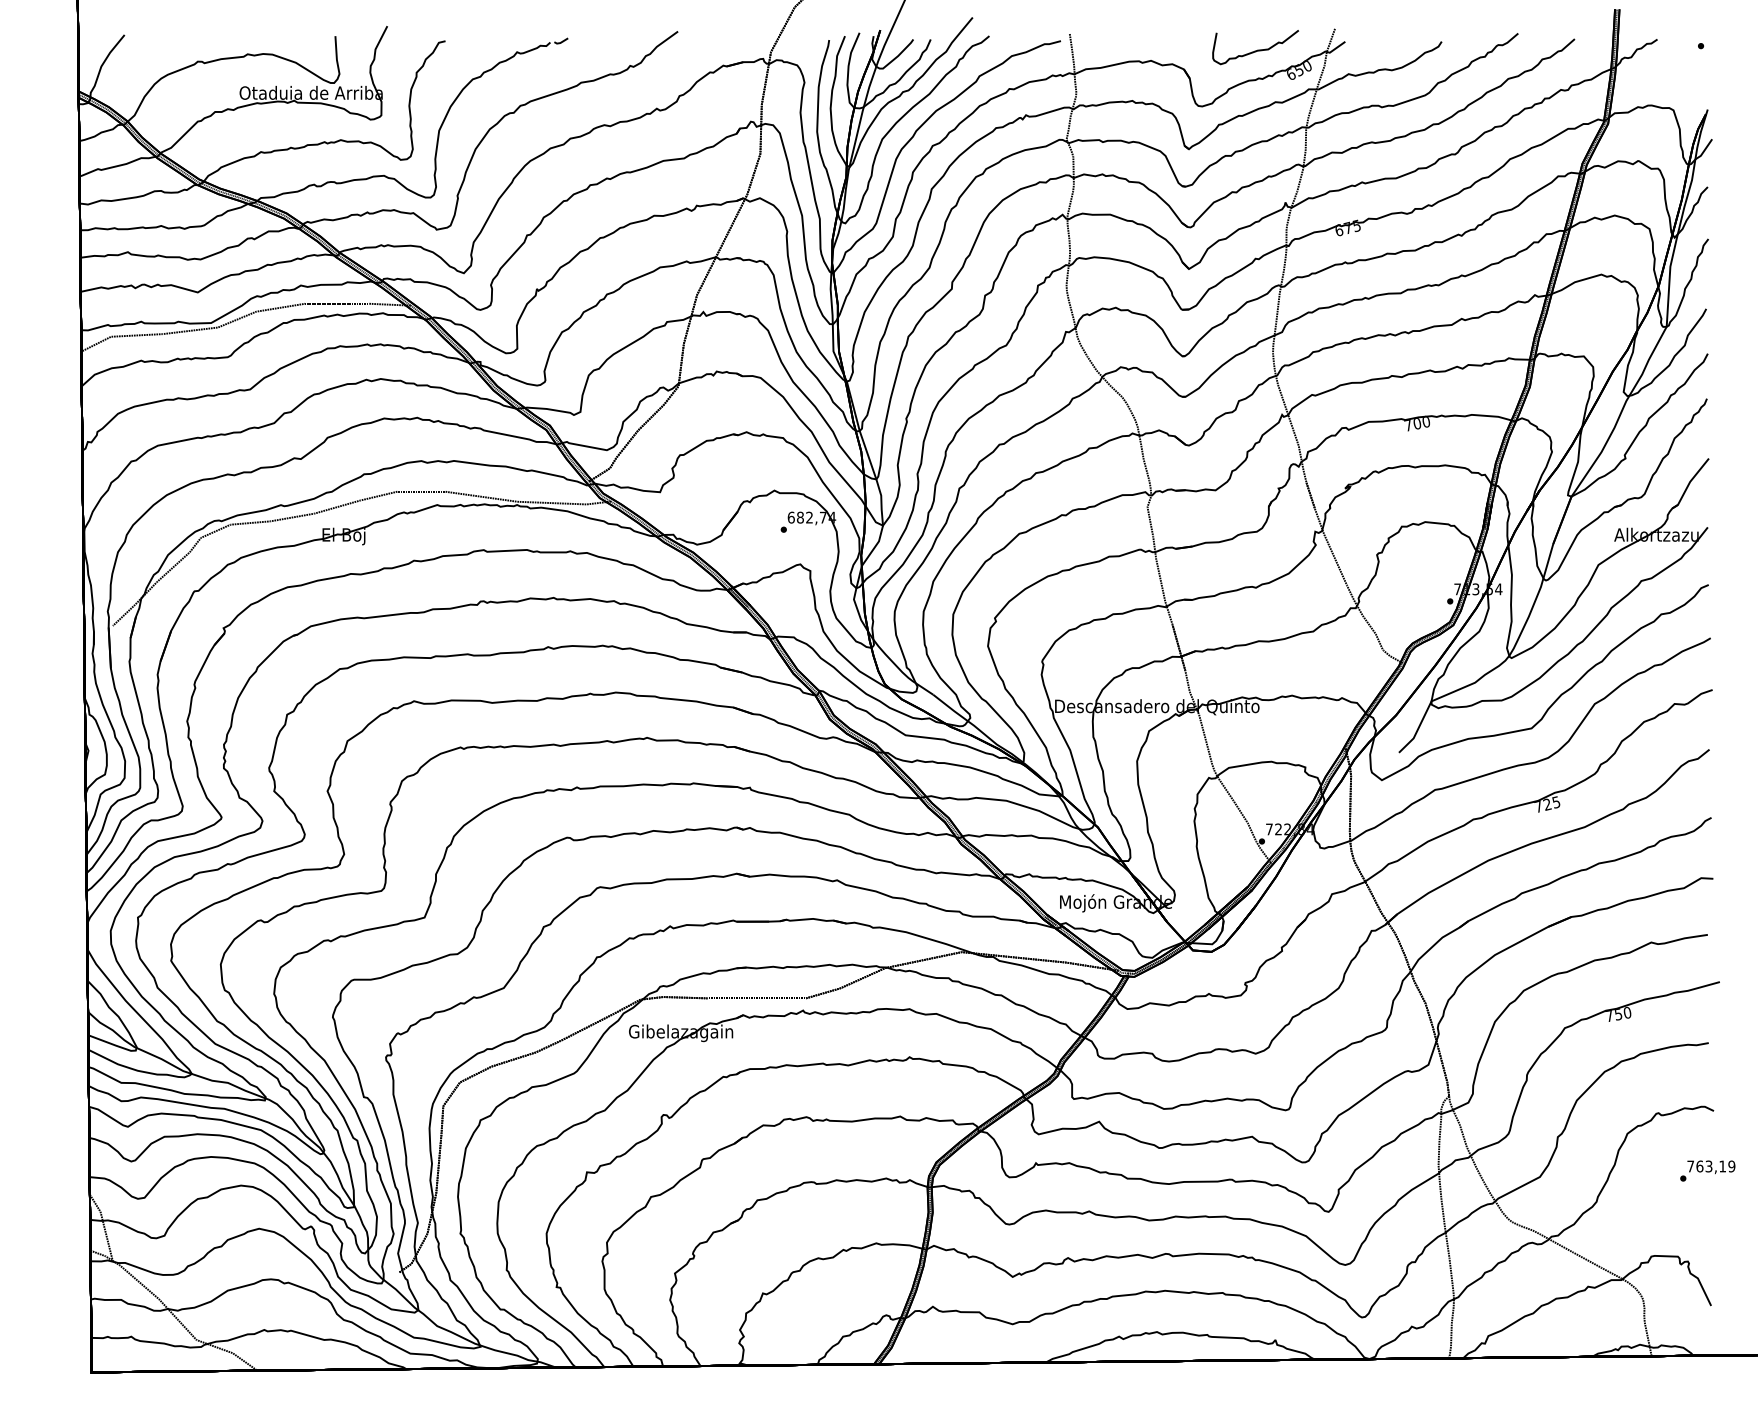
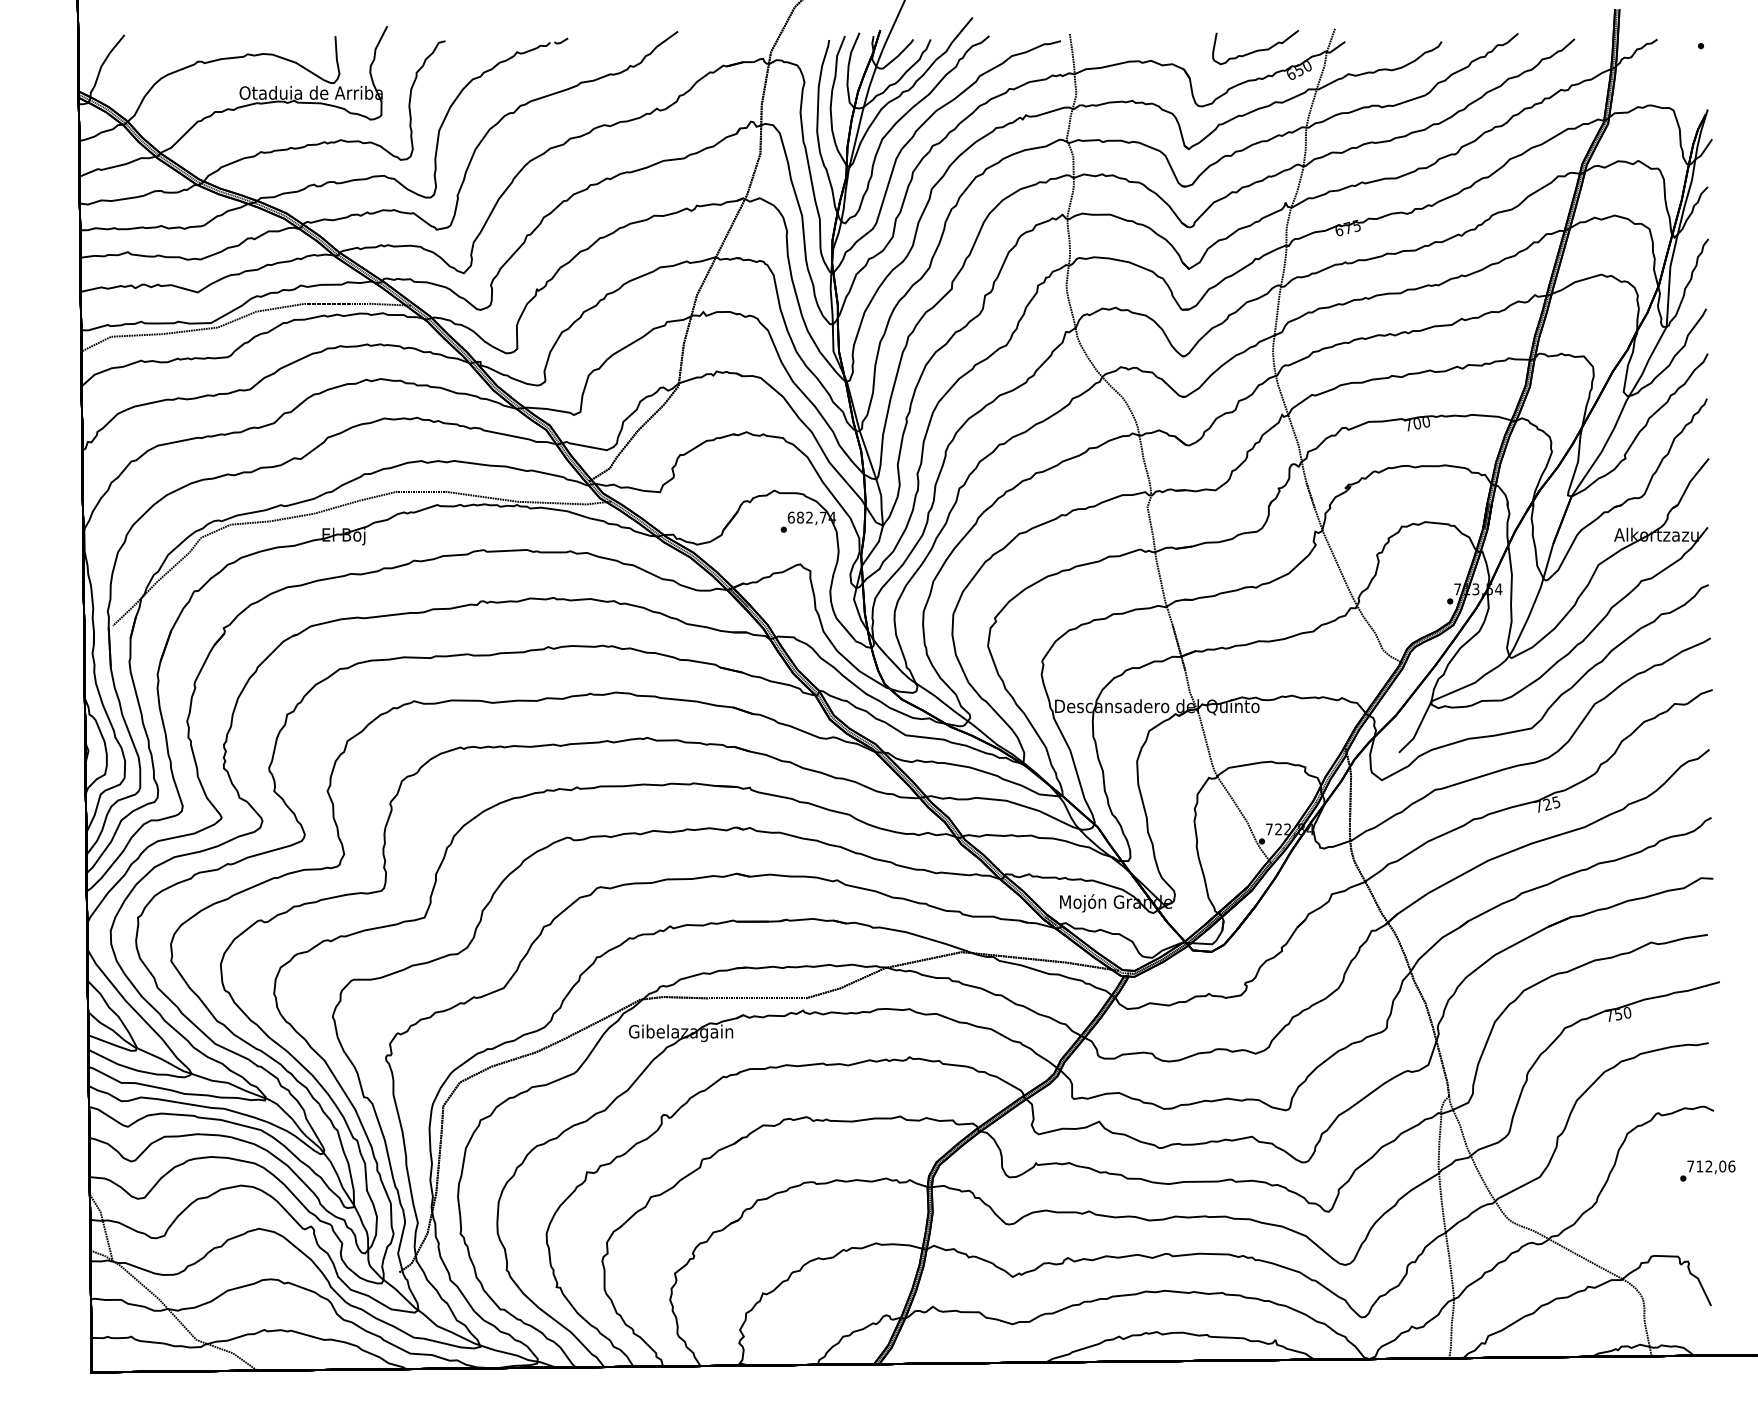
text at (1715, 1166): 763,19 -> 712,06
